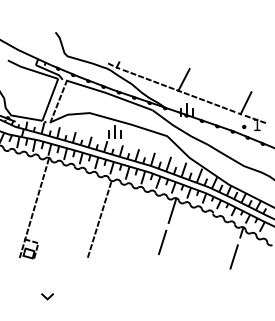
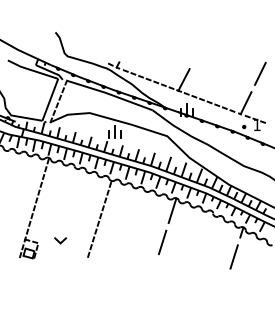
line at (260, 73): none -> present
line at (47, 297) position: (47, 297) -> (60, 241)
